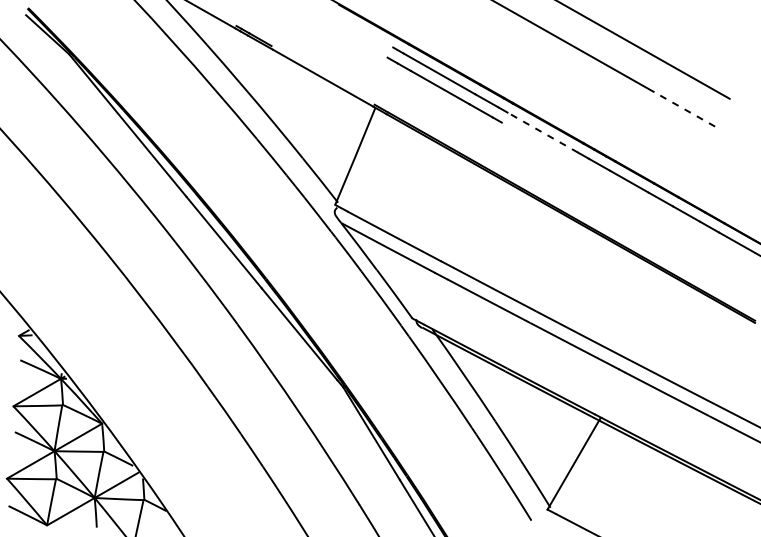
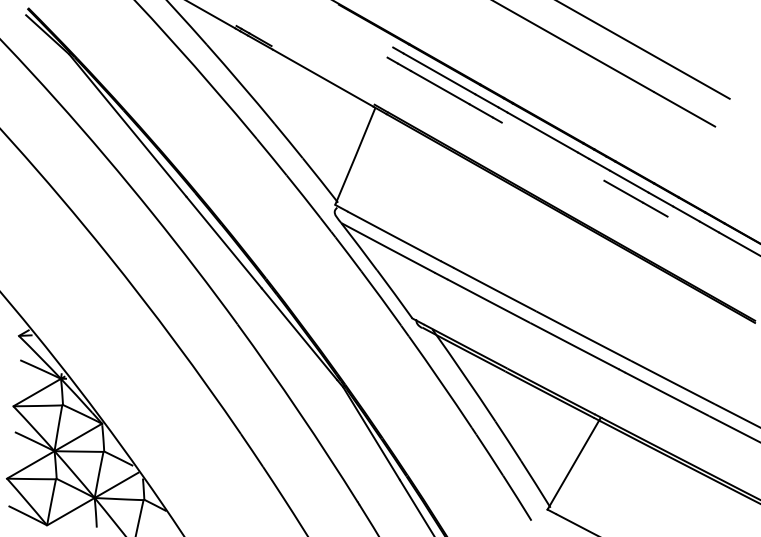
line at (684, 109): dashed -> solid
line at (542, 132): dashed -> solid
line at (635, 198): none -> present
